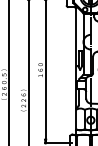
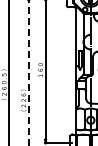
line at (28, 73): solid -> dashed
